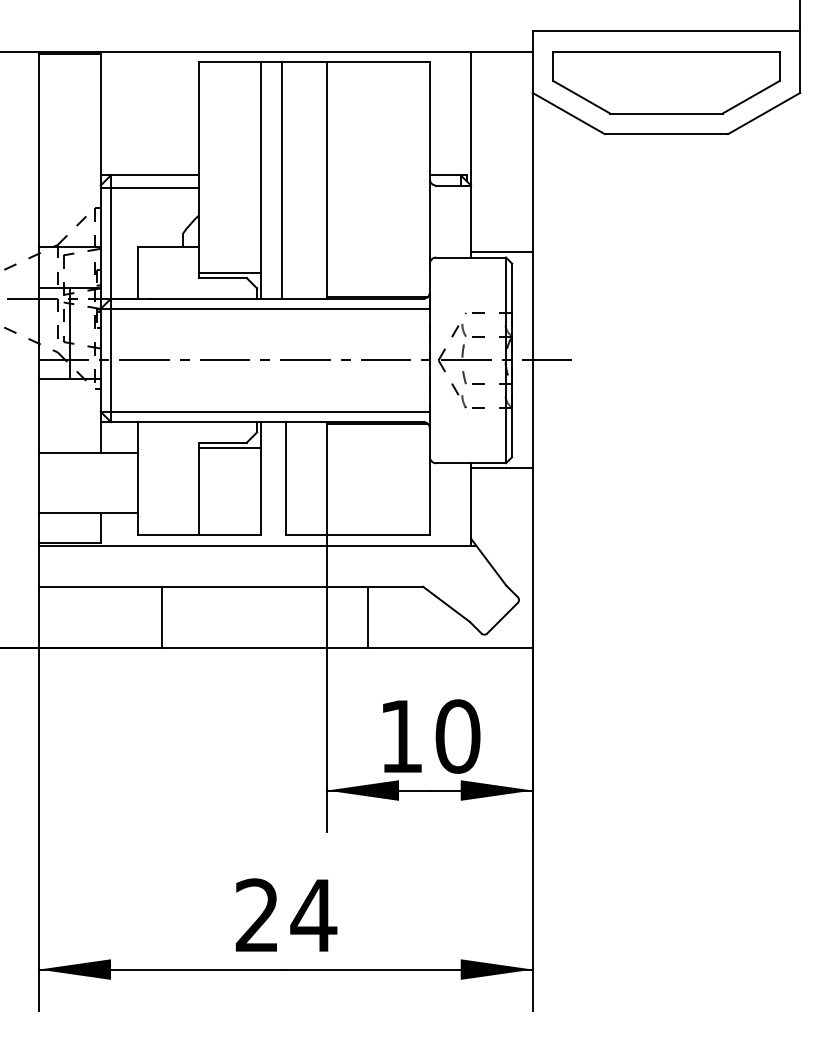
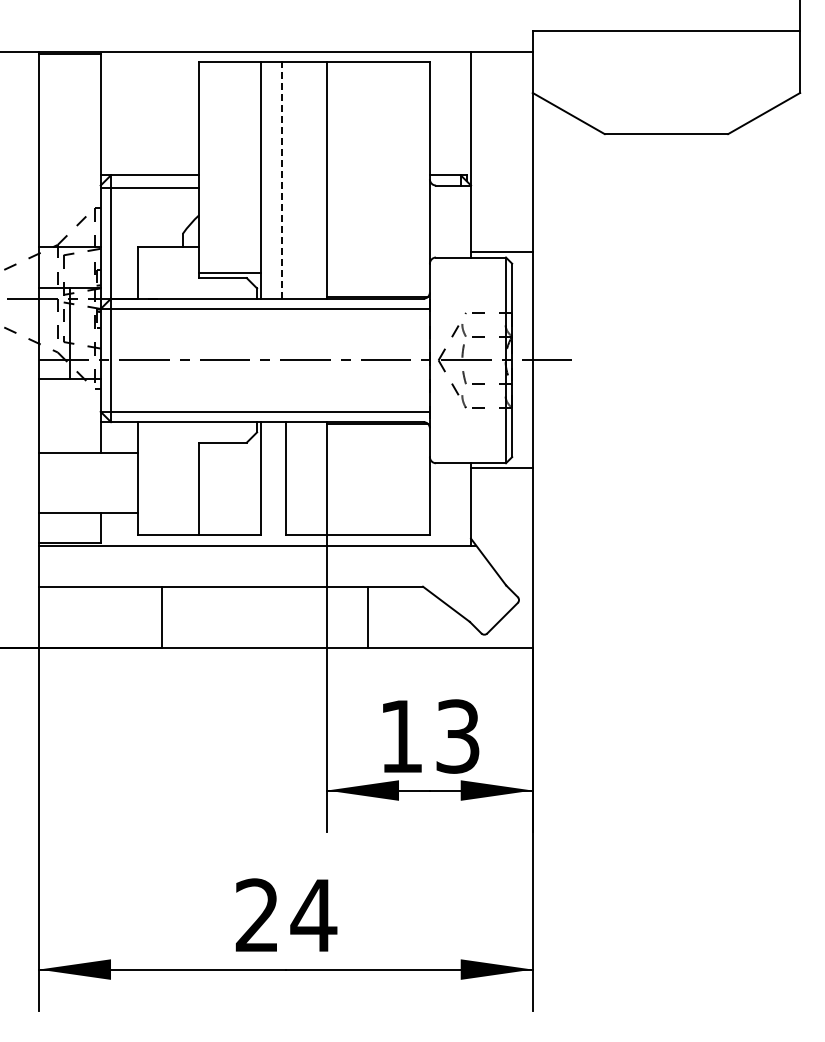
part at (666, 82): present -> none
line at (281, 179): solid -> dashed
line at (230, 447): present -> none
text at (457, 736): 10 -> 13
